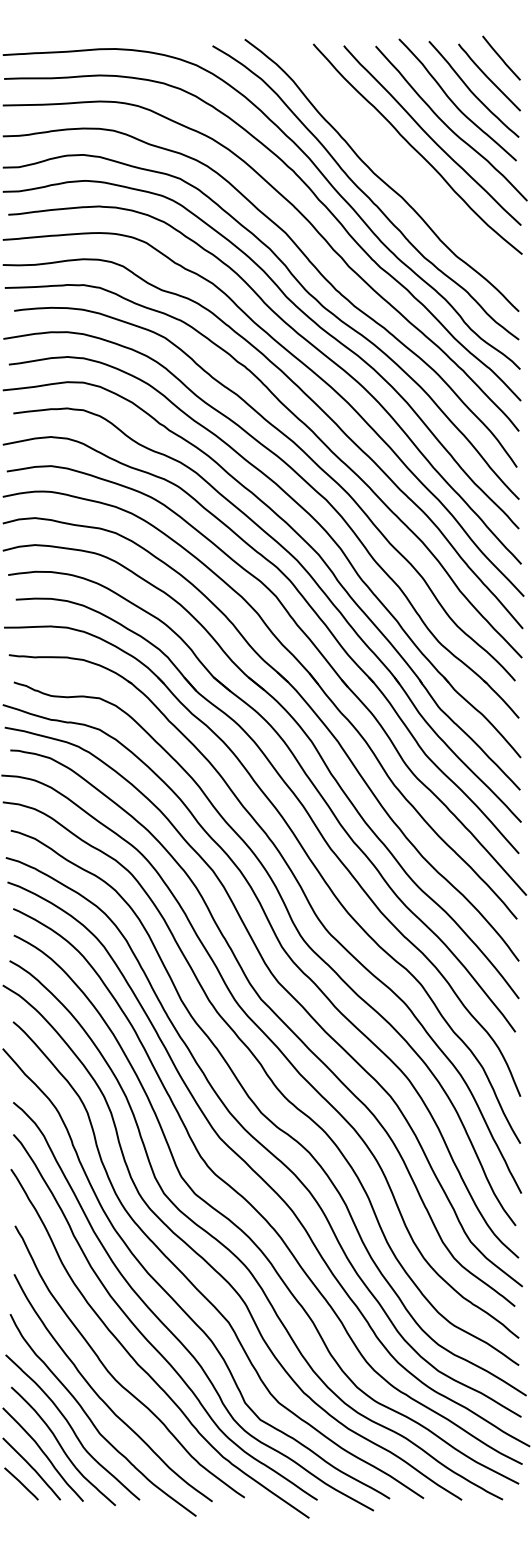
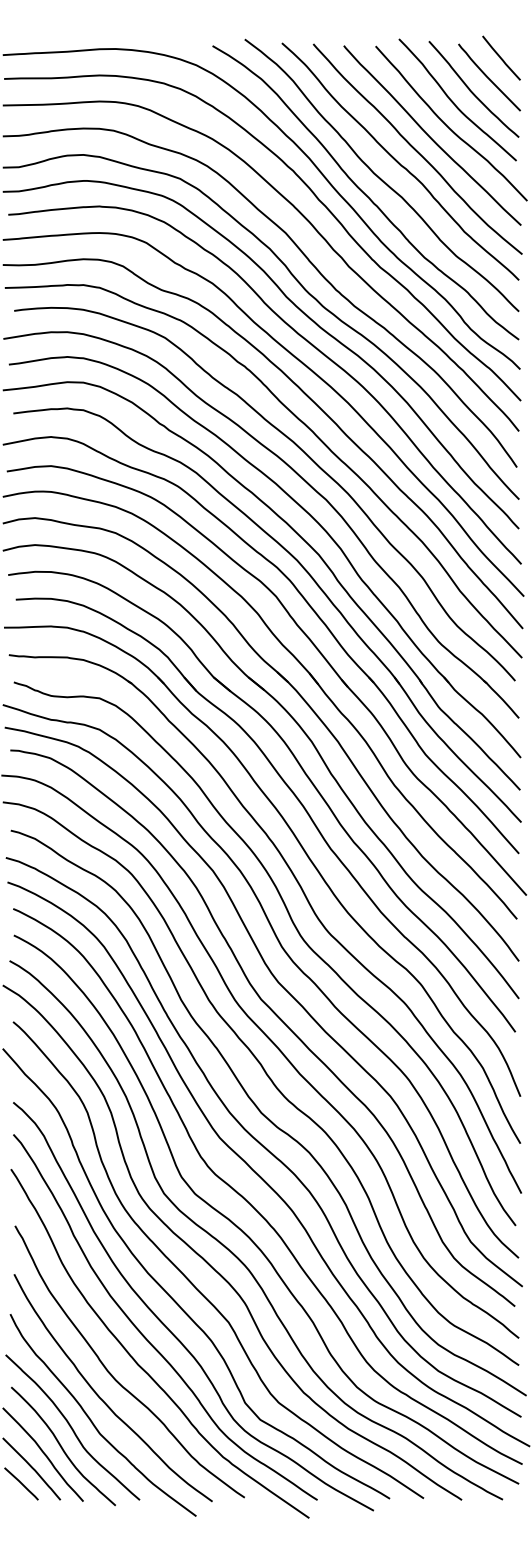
curve at (399, 162): none -> present
